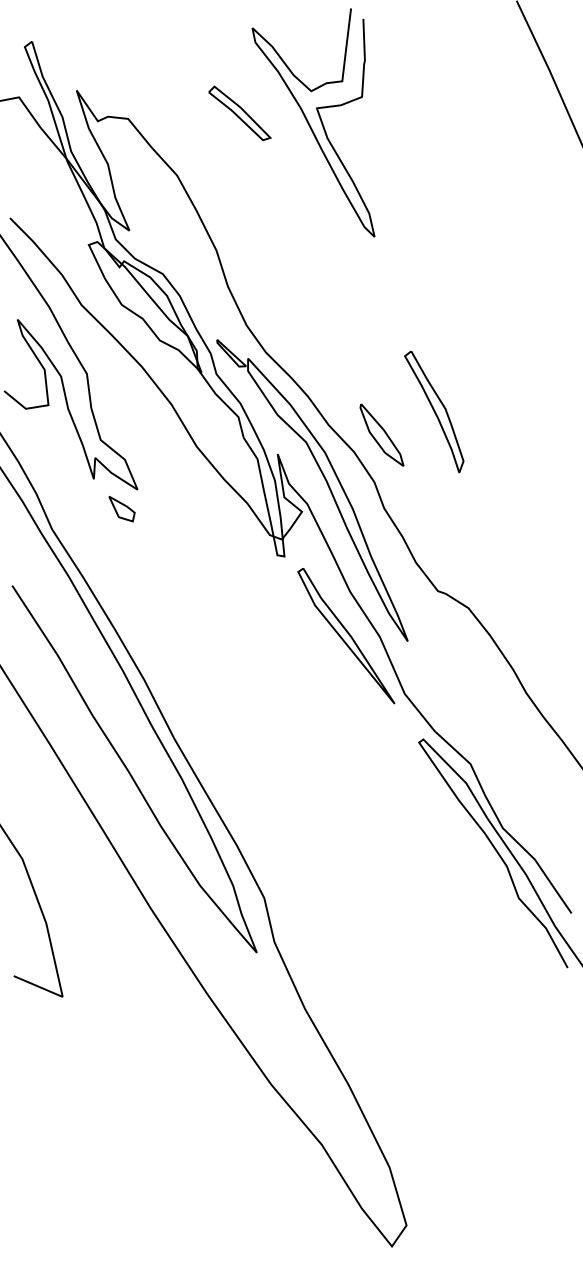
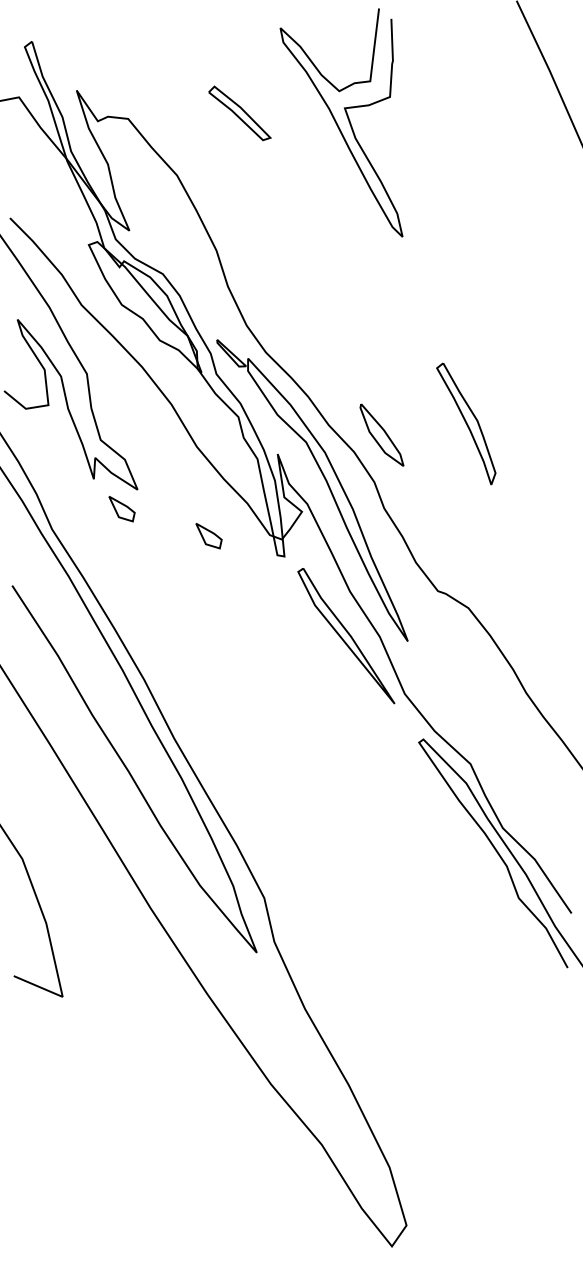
curve at (310, 124) position: (310, 124) -> (338, 124)
part at (434, 411) position: (434, 411) -> (466, 423)
part at (208, 536): none -> present
